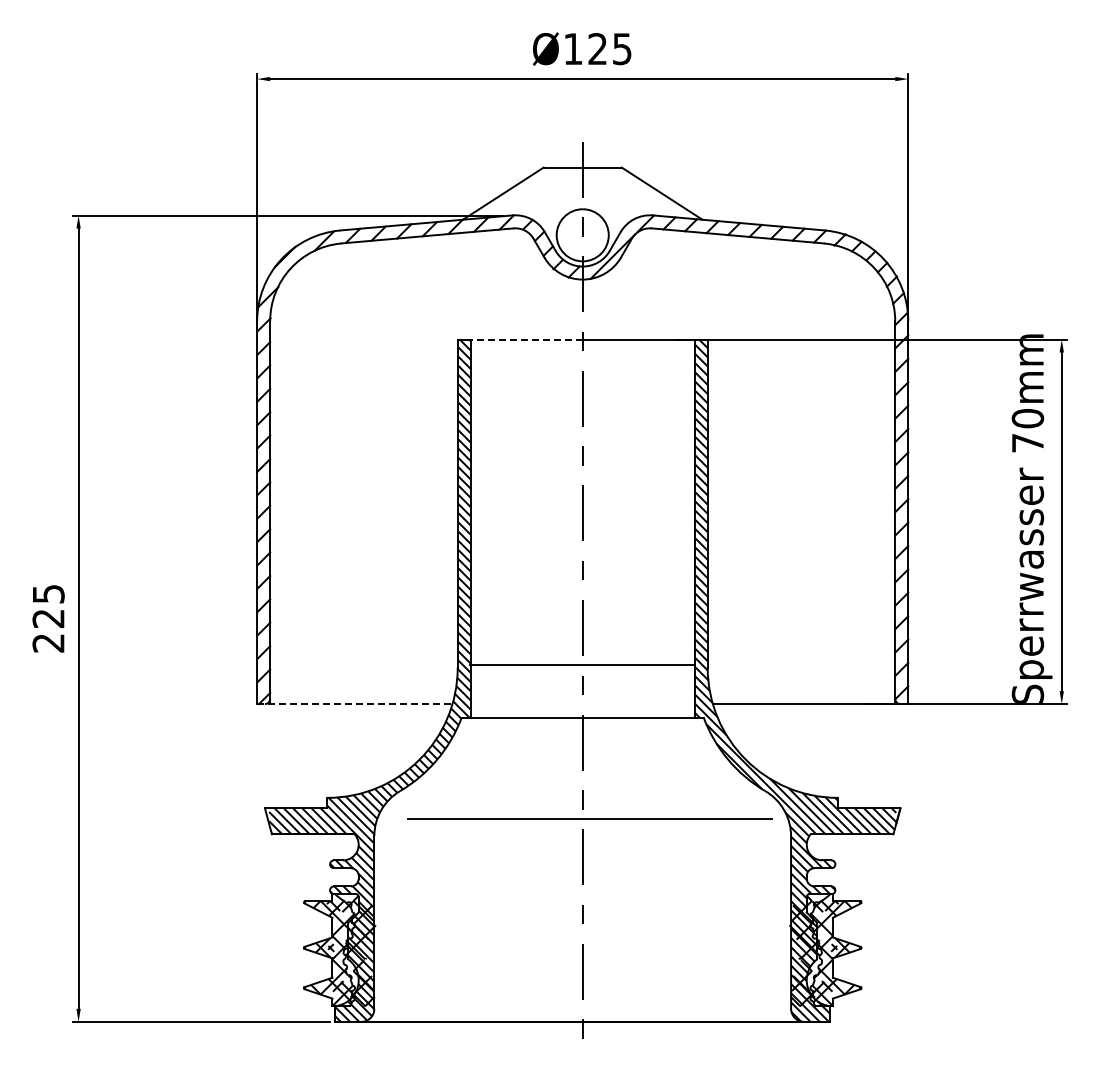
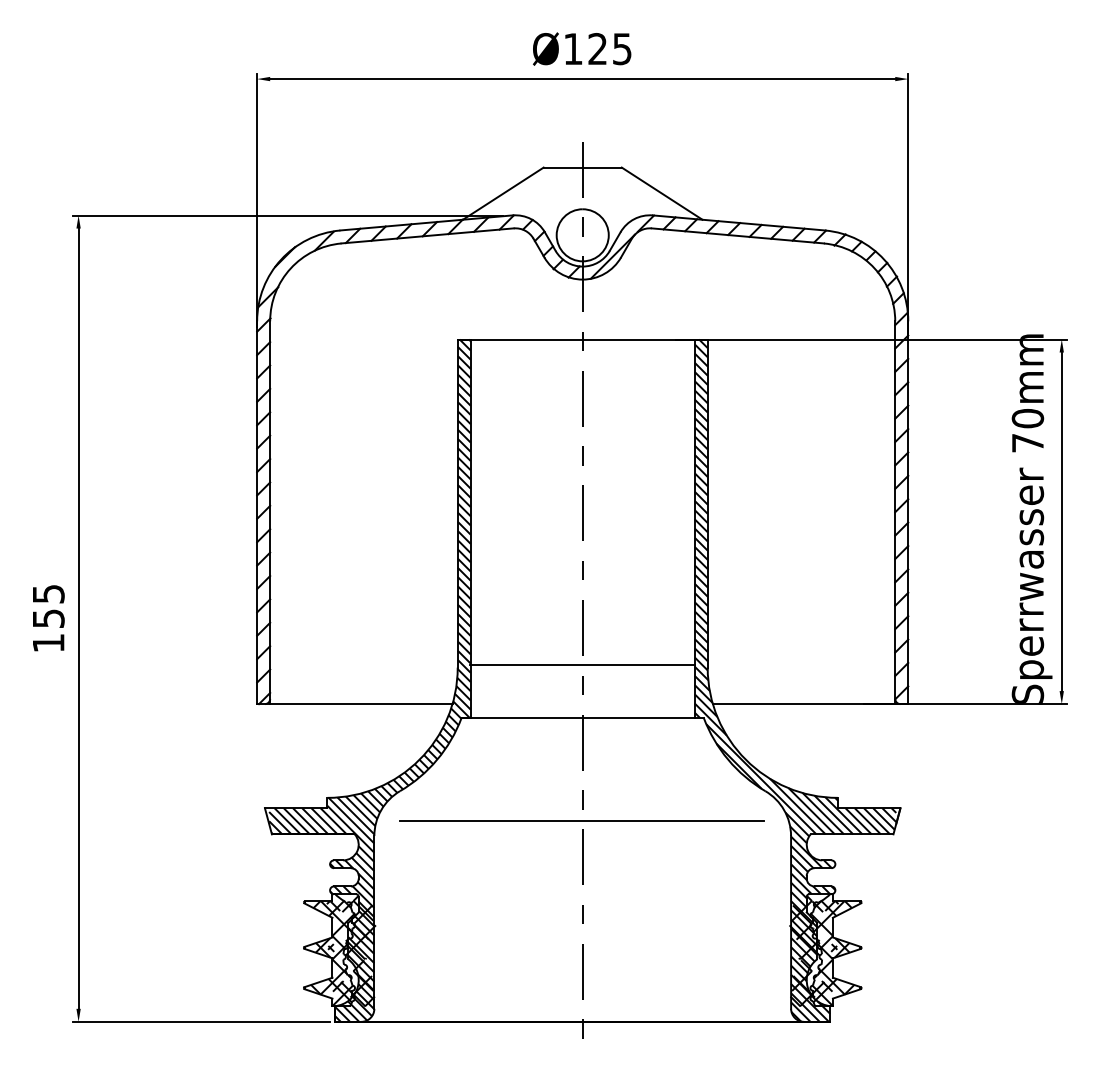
line at (520, 339): dashed -> solid
text at (48, 630): 225 -> 155
line at (354, 704): dashed -> solid
line at (589, 818) position: (589, 818) -> (581, 820)
